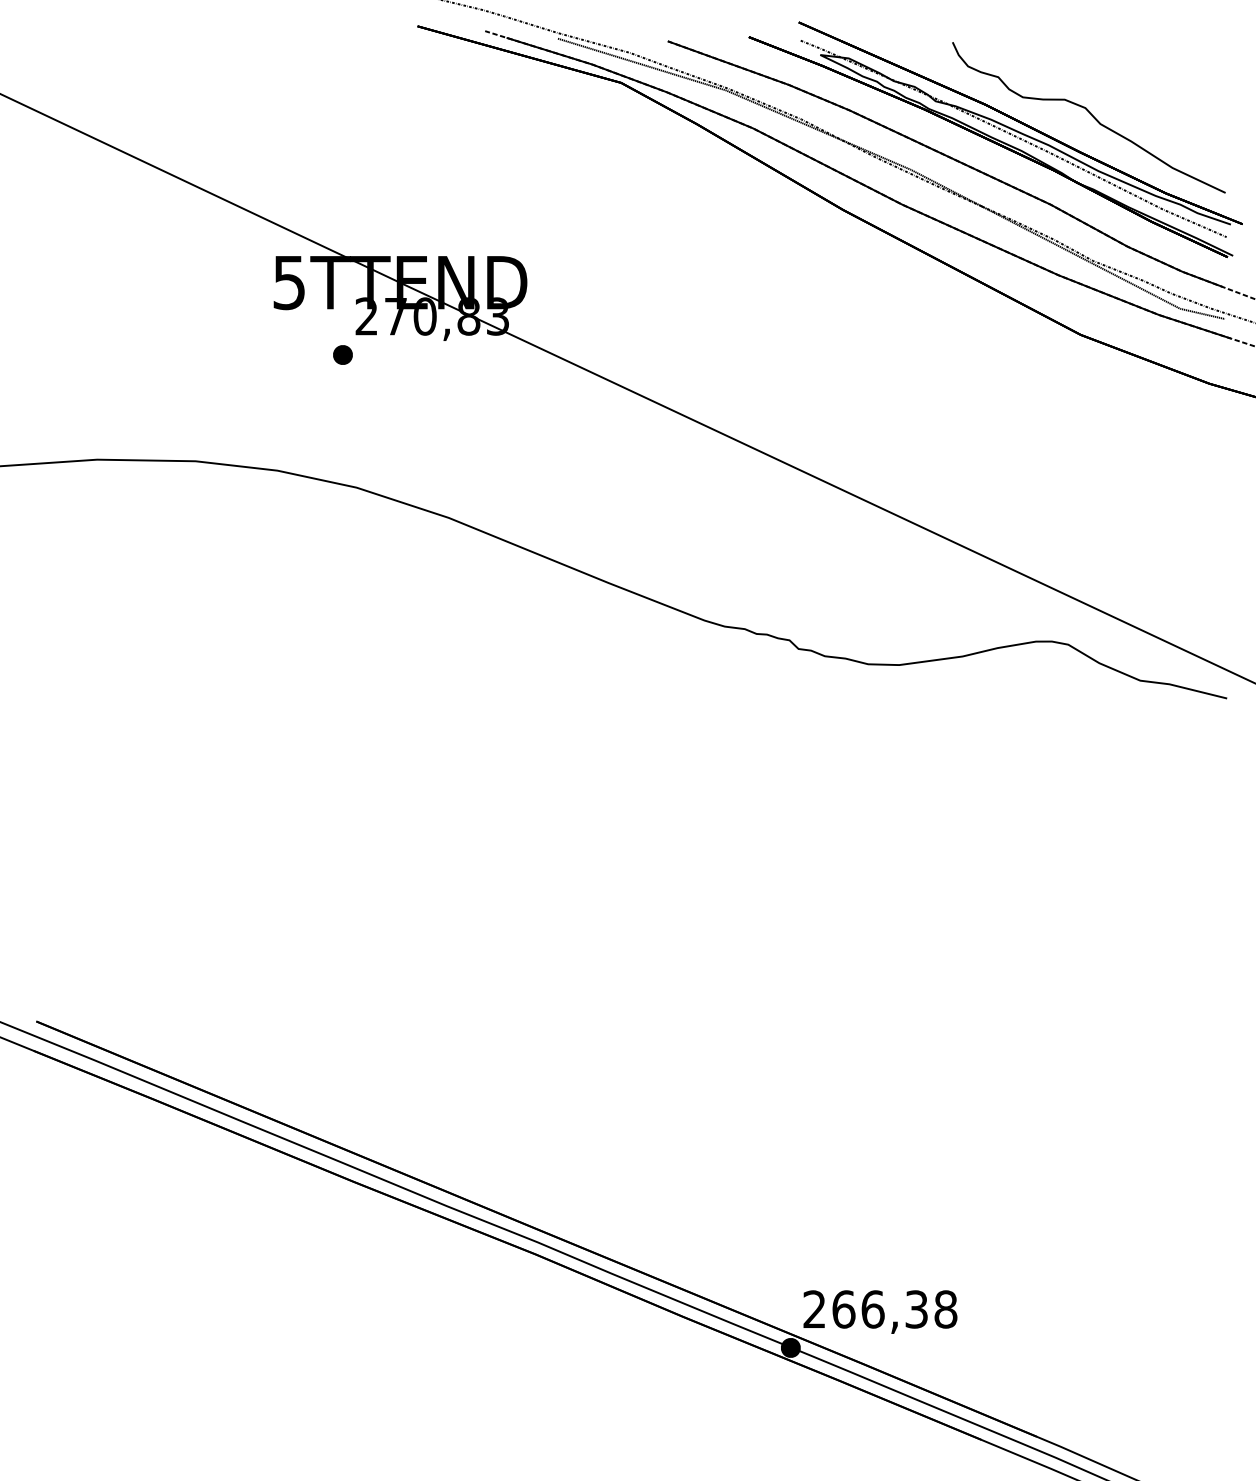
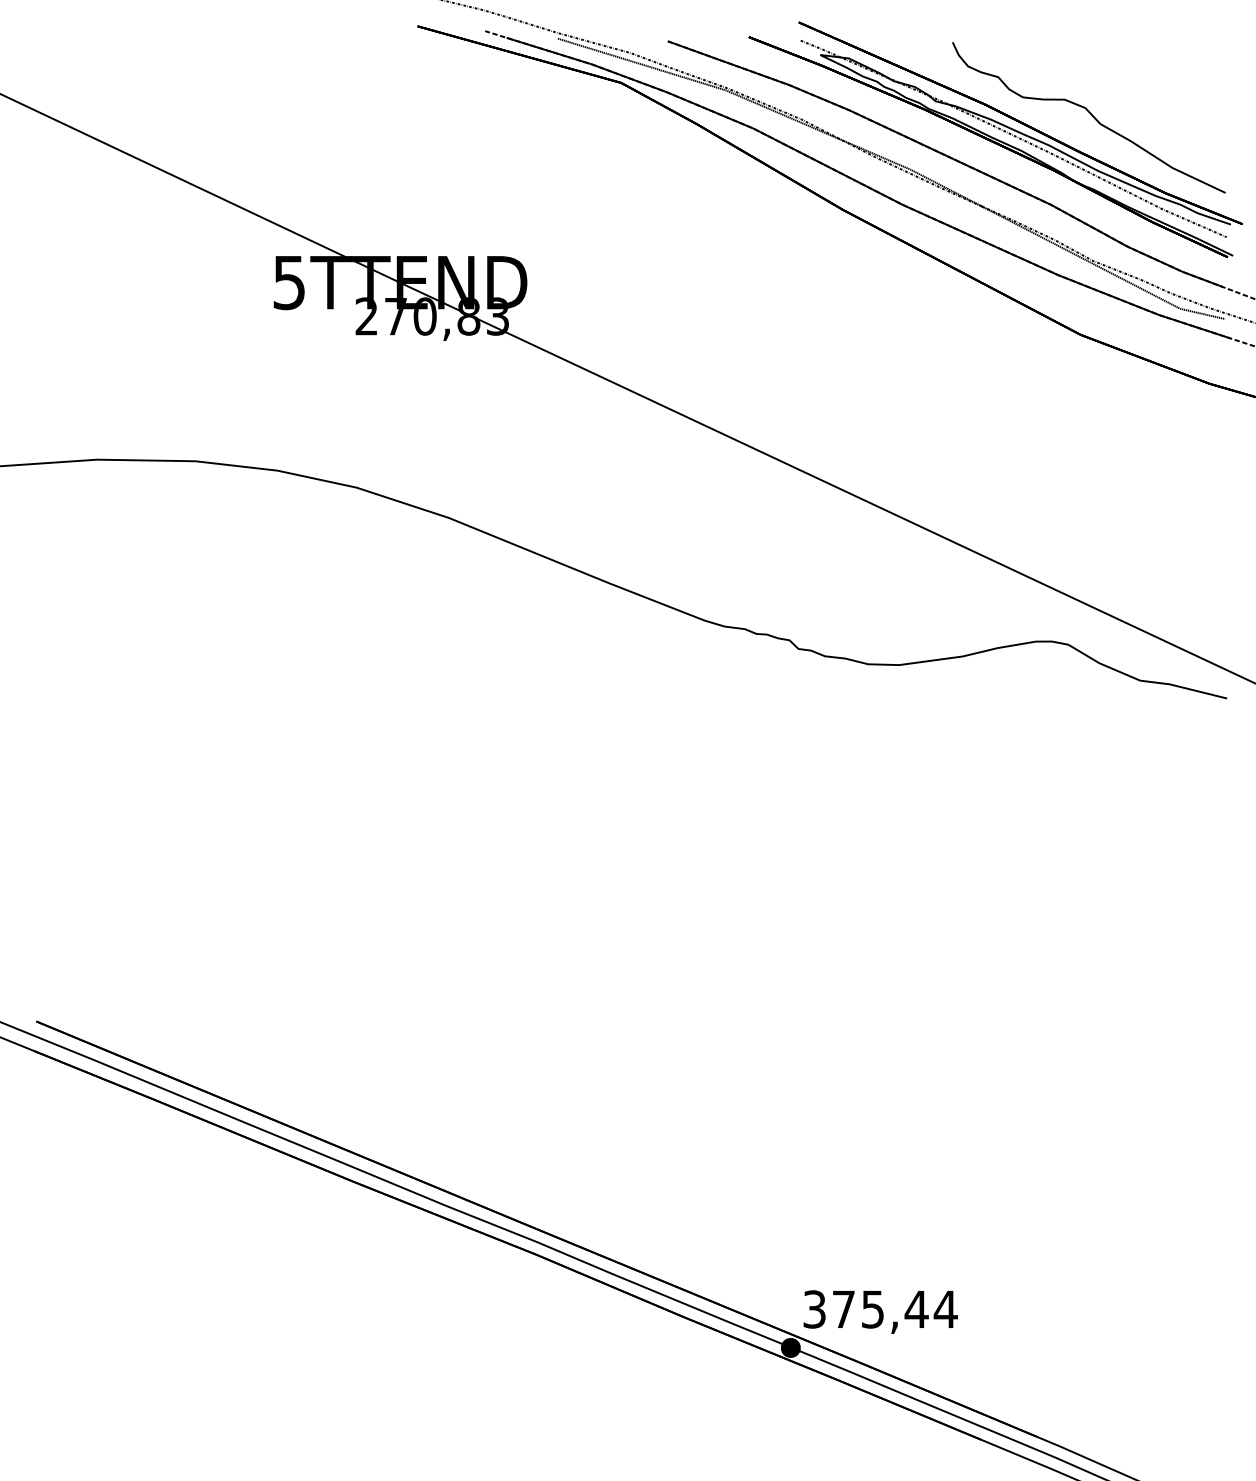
part at (342, 354): present -> none
text at (880, 1309): 266,38 -> 375,44
